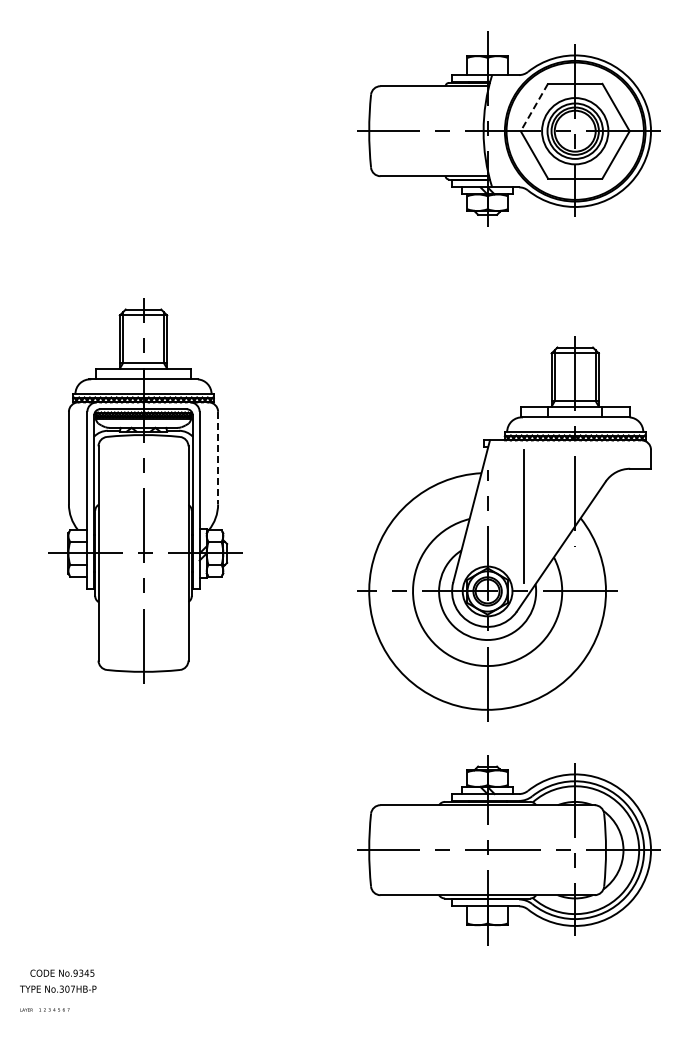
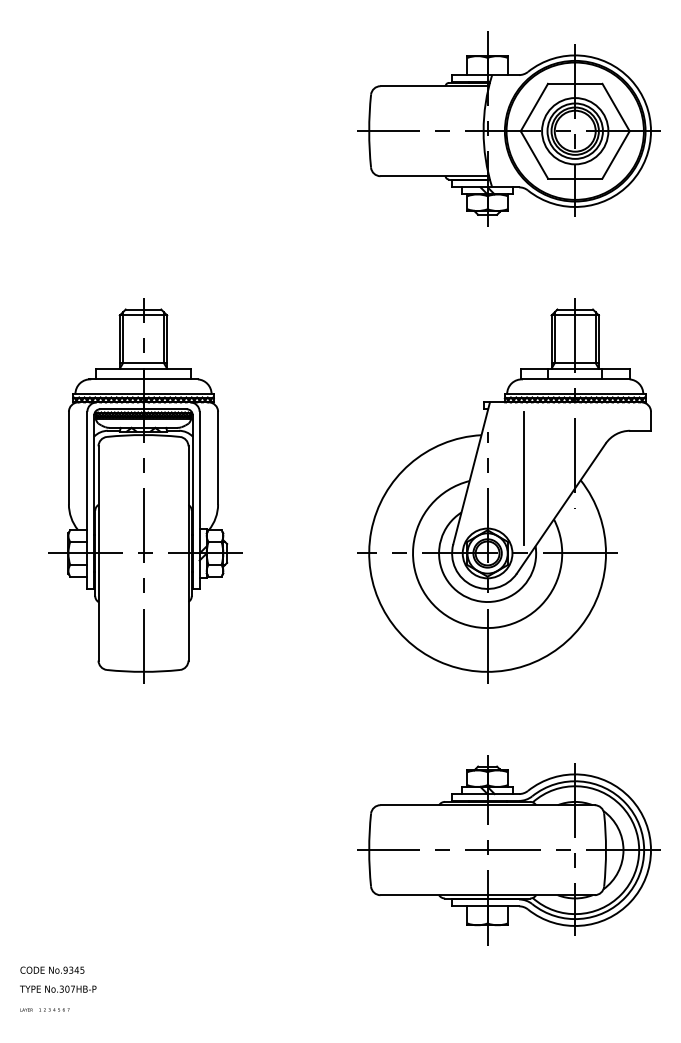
line at (534, 107): dashed -> solid
line at (218, 458): dashed -> solid
part at (504, 528) position: (504, 528) -> (504, 490)
text at (62, 972) position: (62, 972) -> (52, 969)
